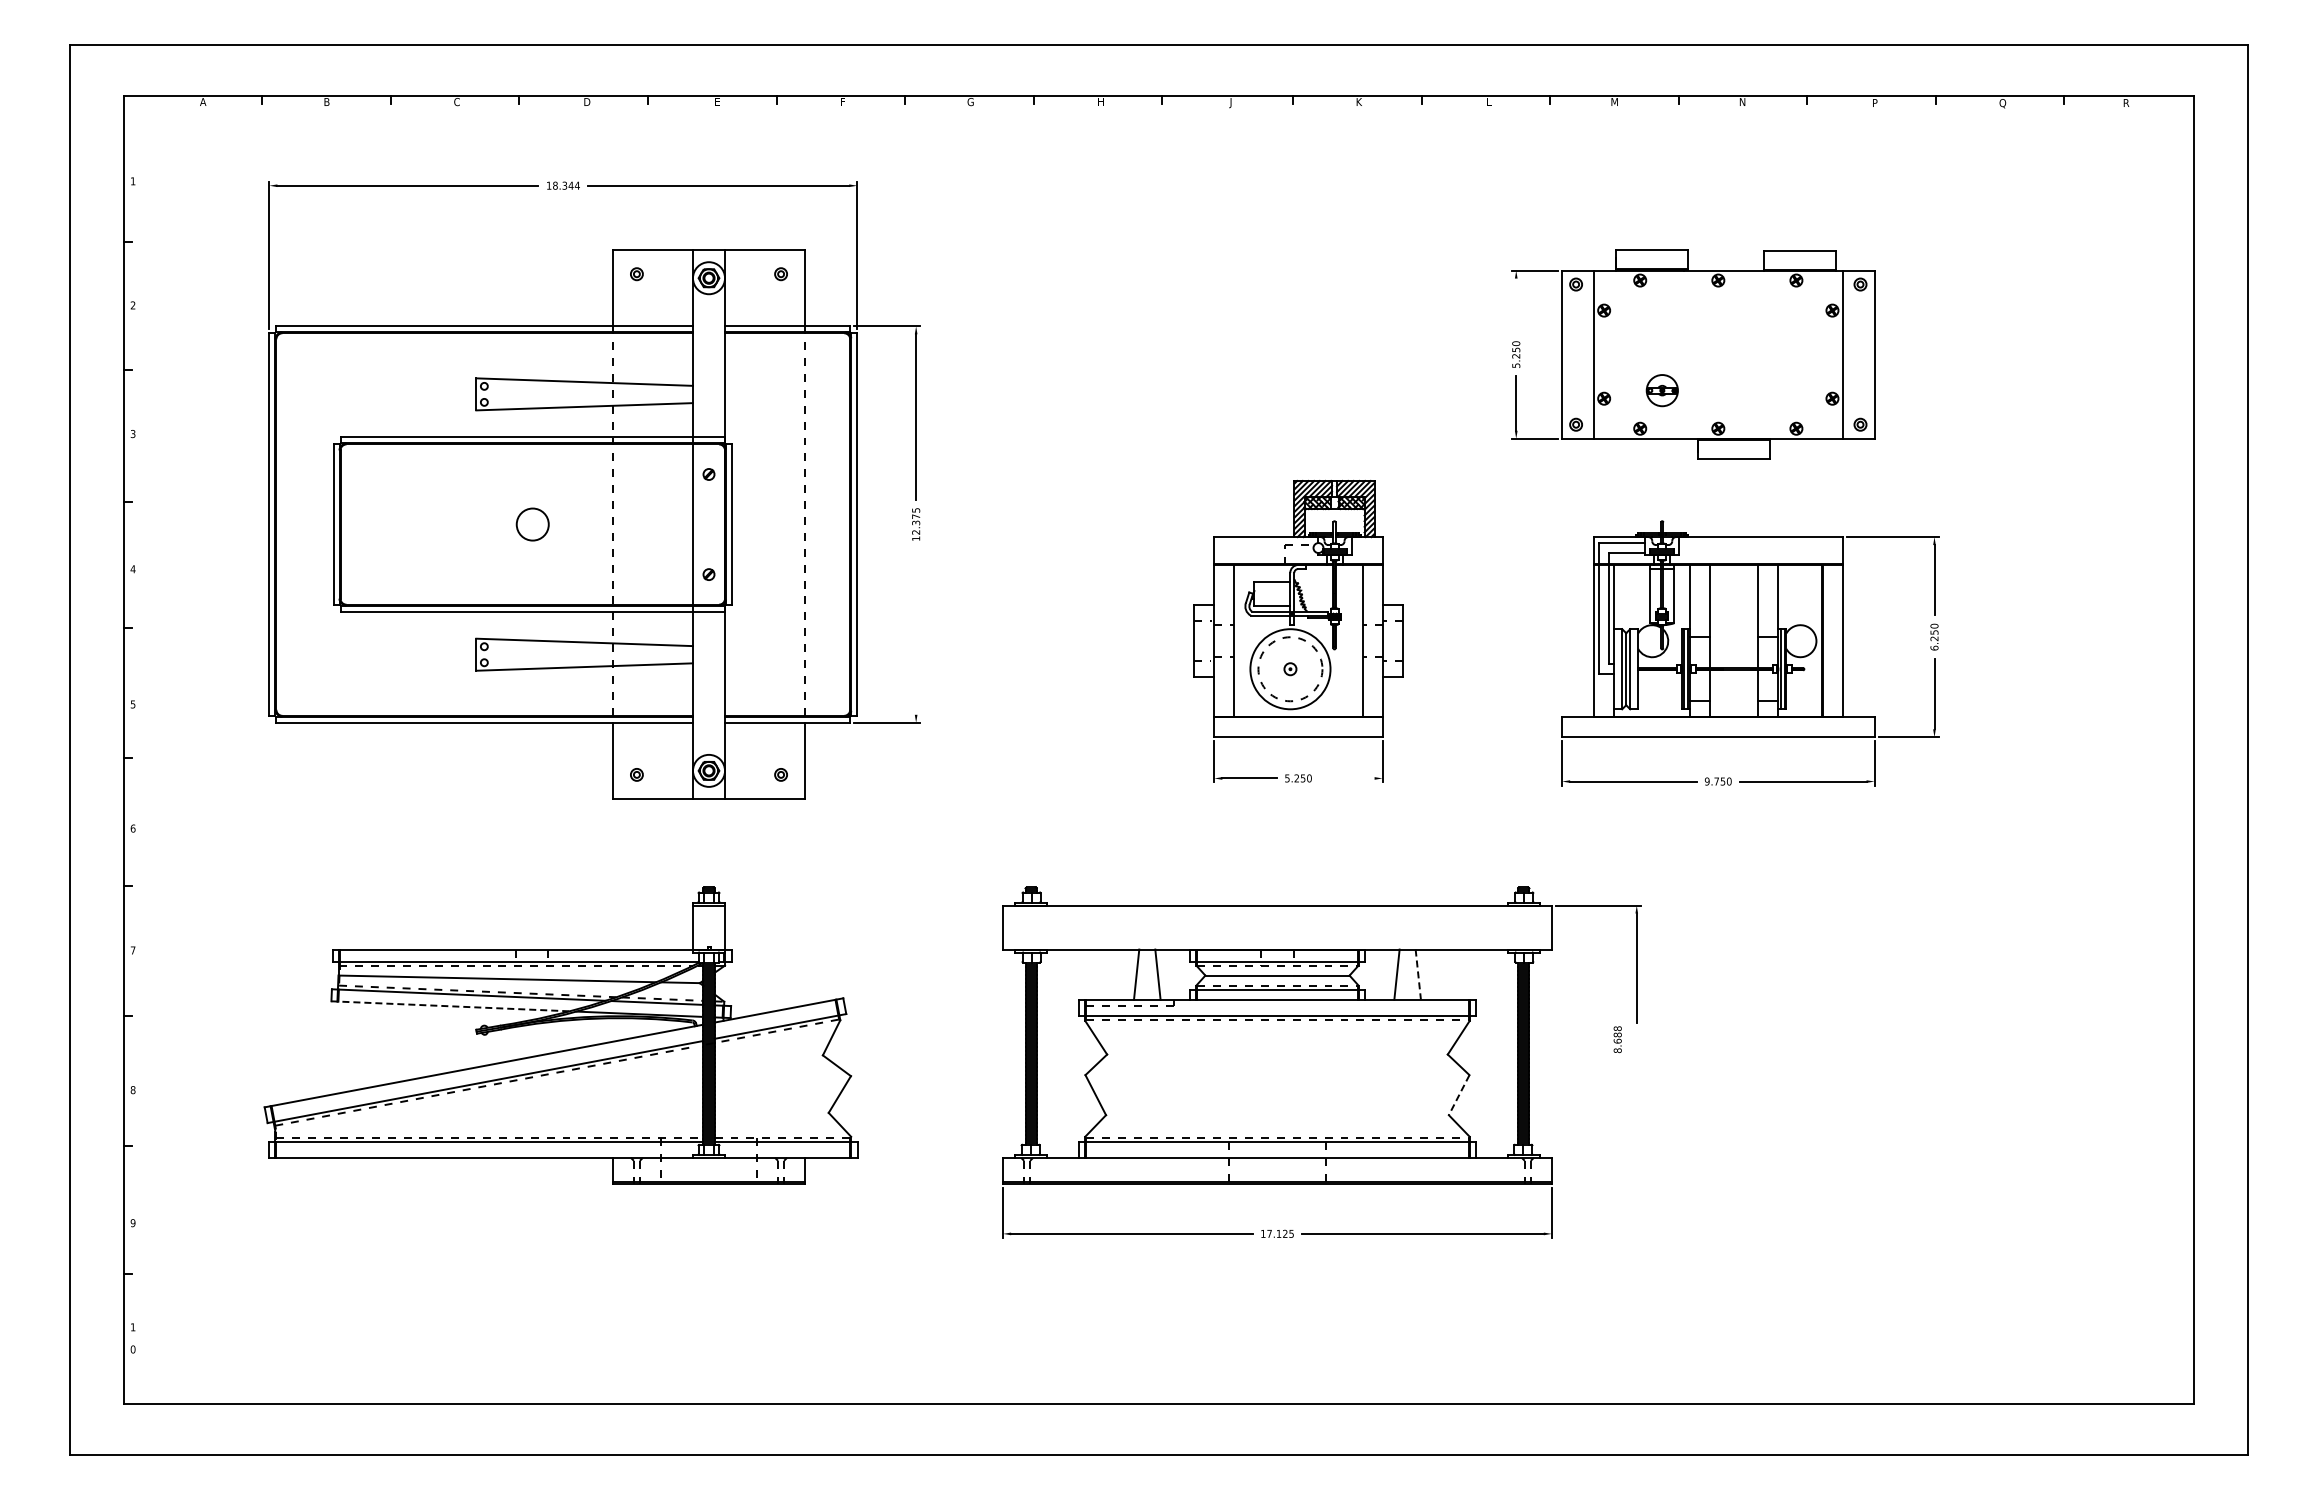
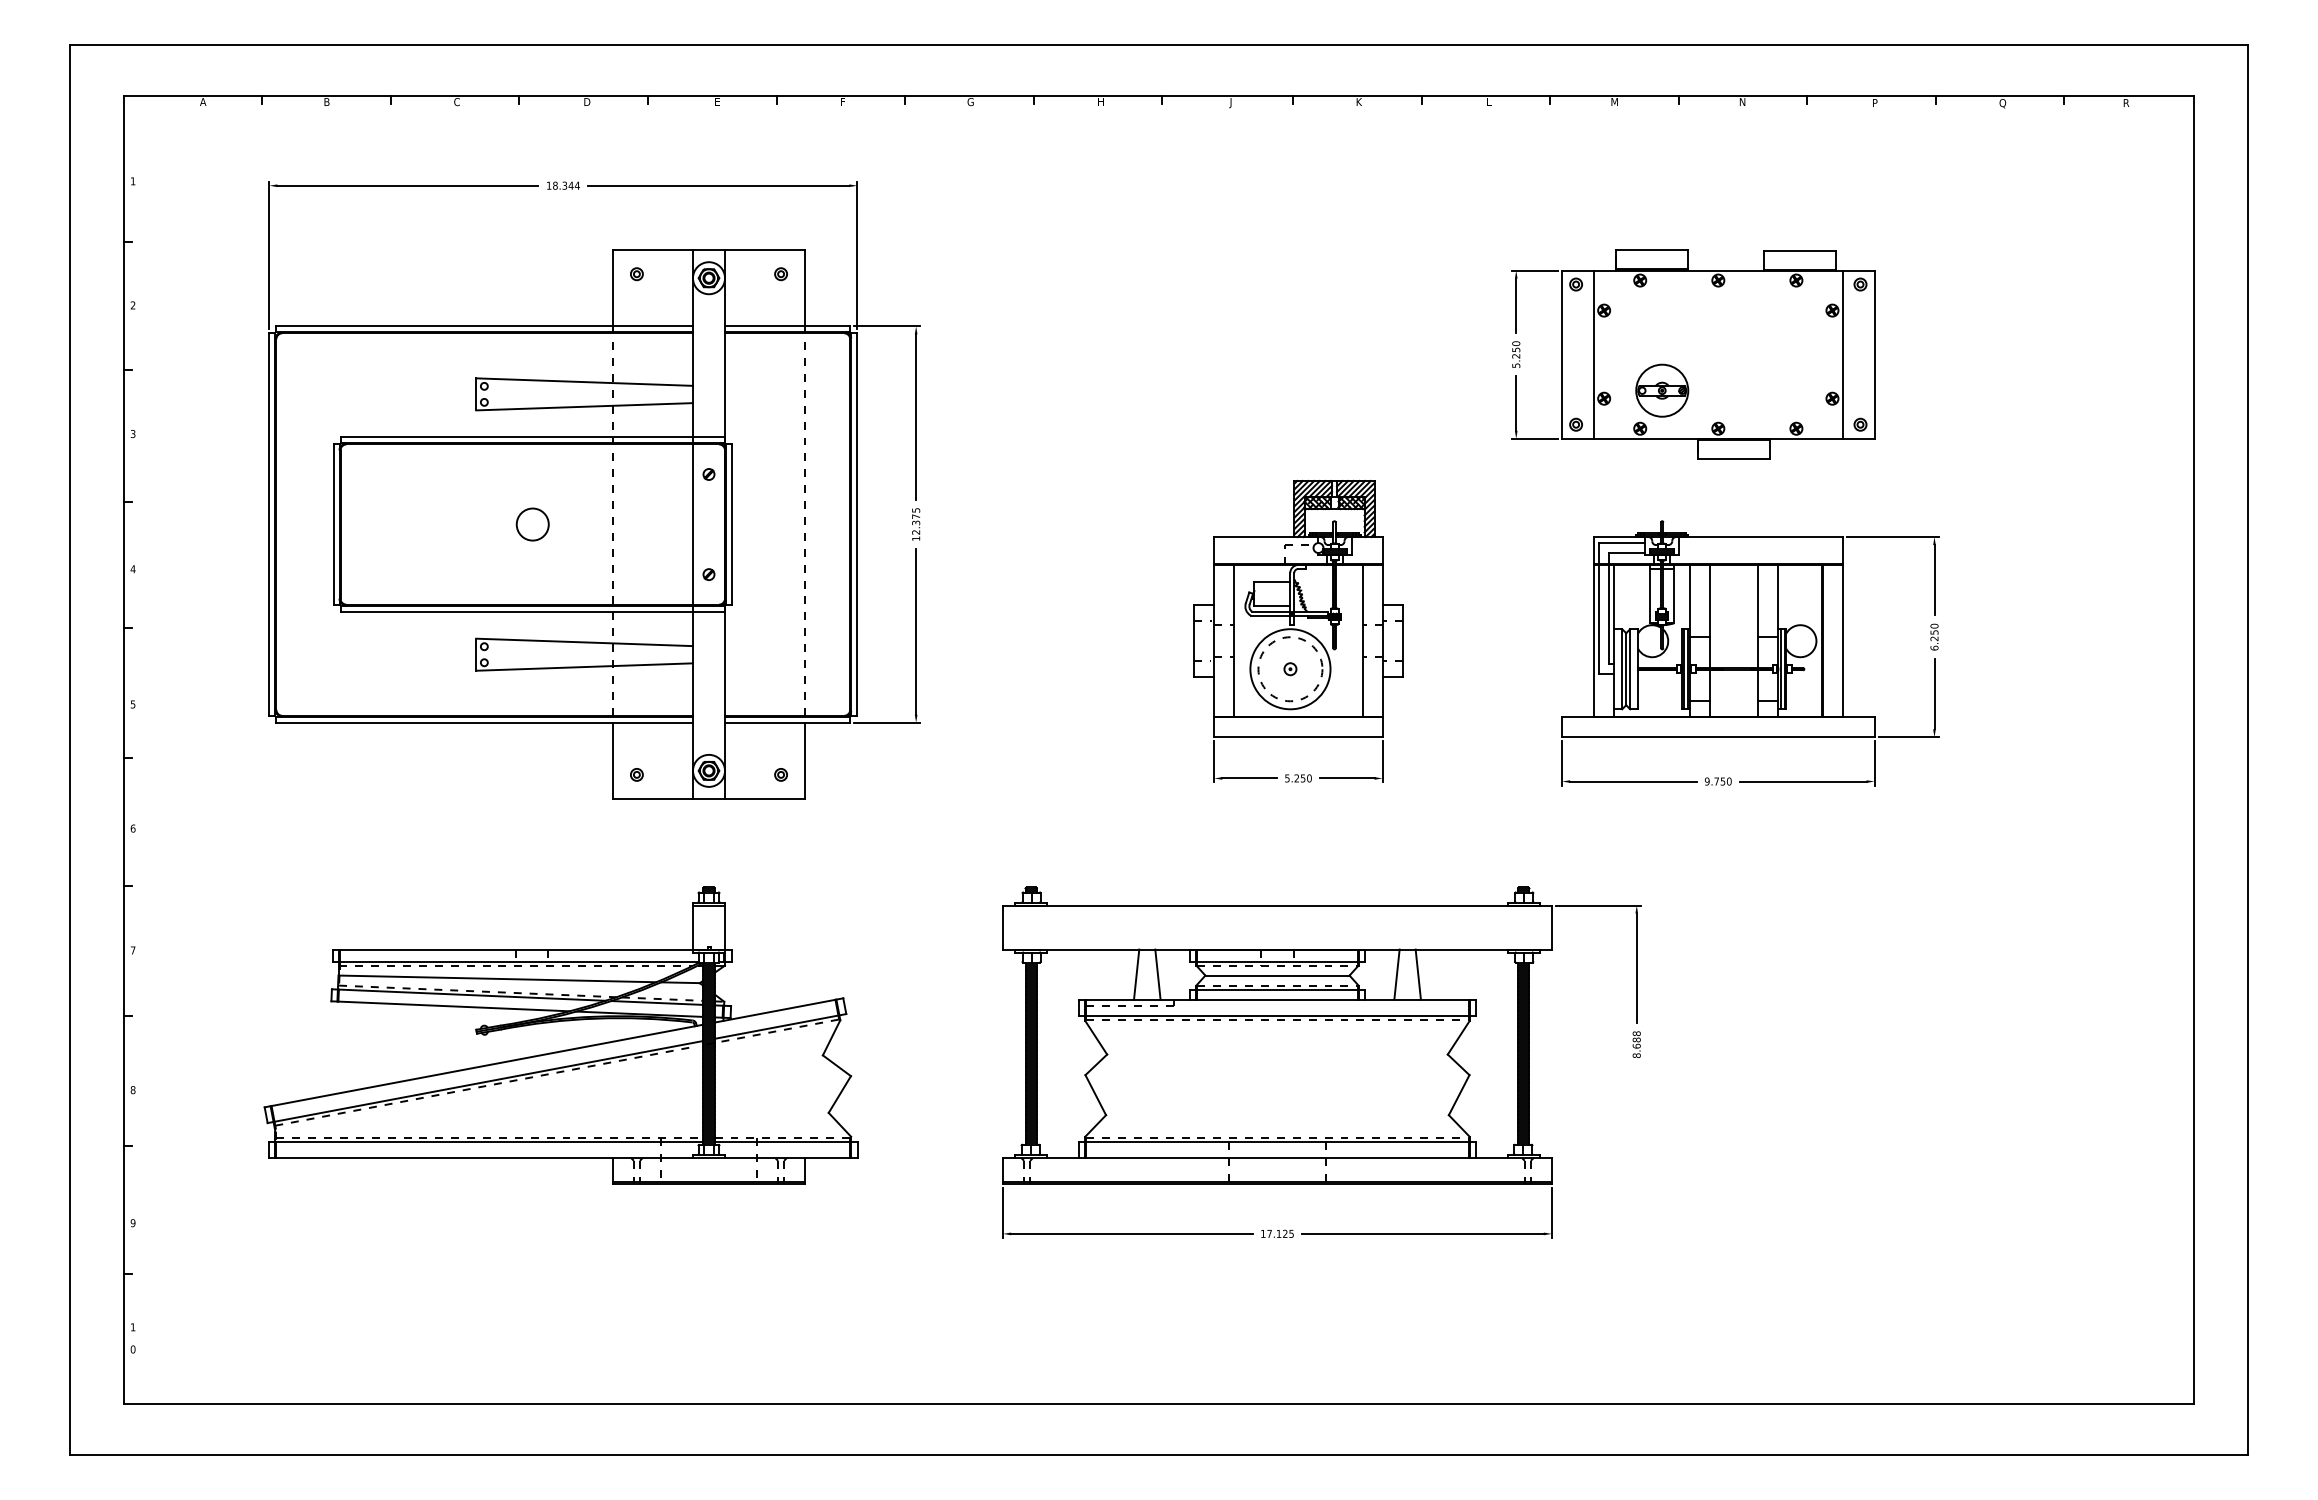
line at (1516, 305): none -> present
part at (1661, 390) size: 34x34 px -> 55x55 px
line at (916, 631): none -> present
line at (1347, 778): none -> present
line at (1418, 975): dashed -> solid
line at (451, 1006): dashed -> solid
text at (1617, 1039) position: (1617, 1039) -> (1636, 1044)
line at (1459, 1095): dashed -> solid
